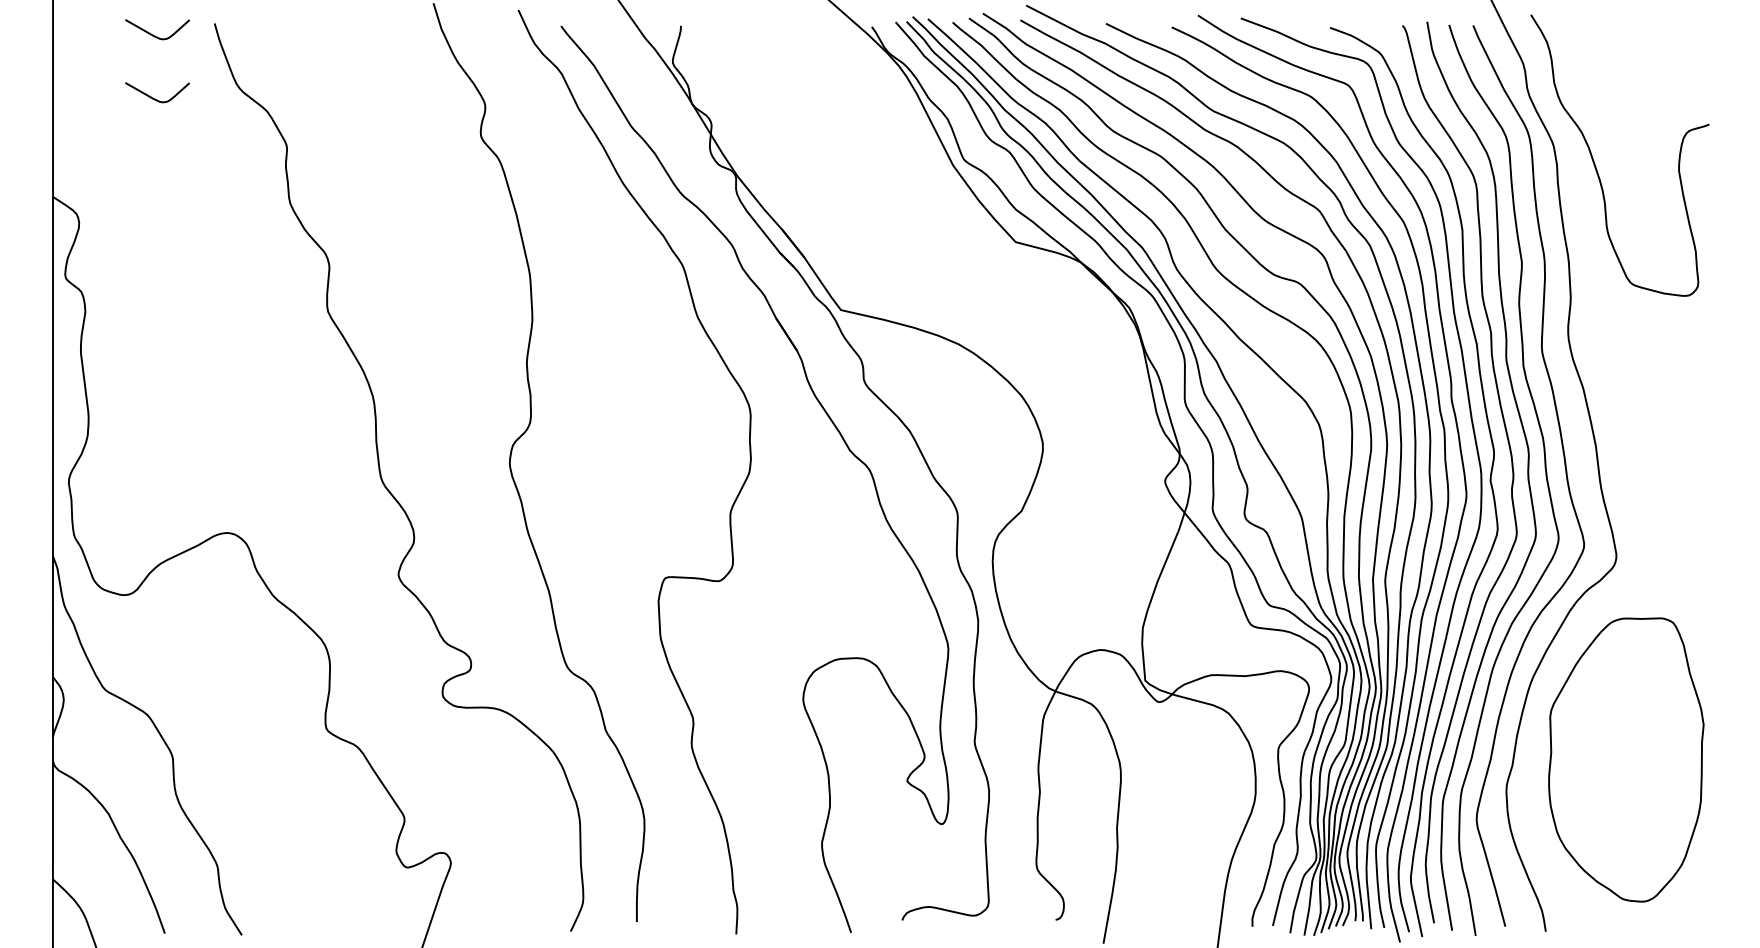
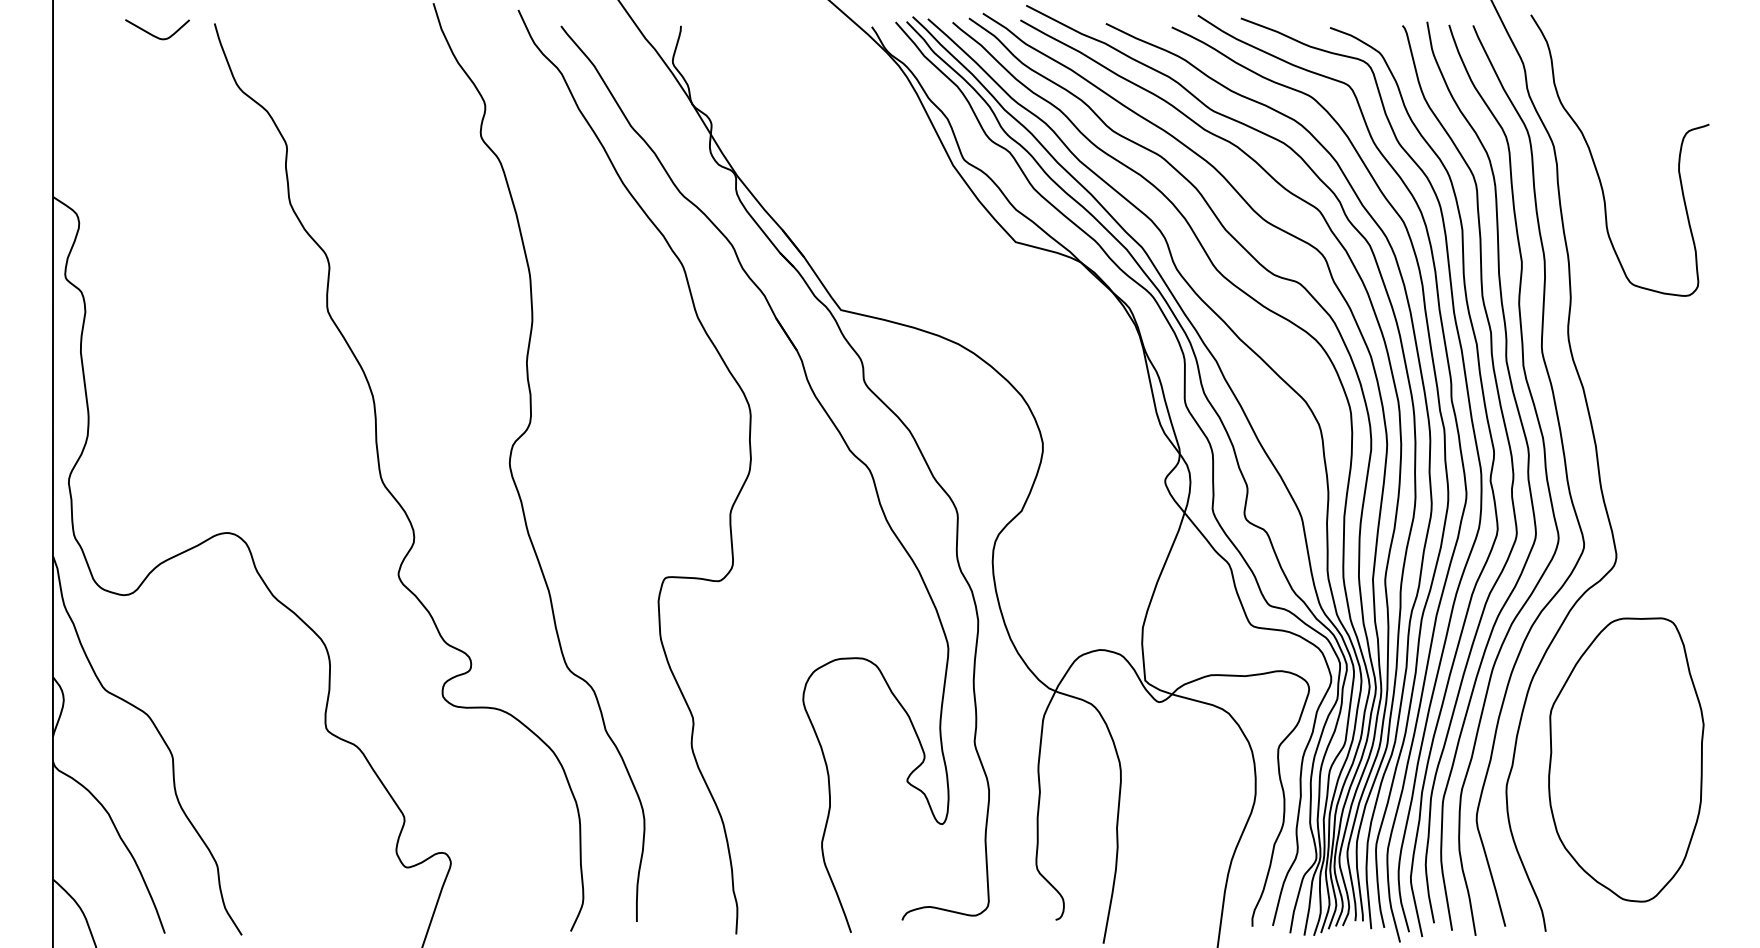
curve at (155, 98): present -> none
